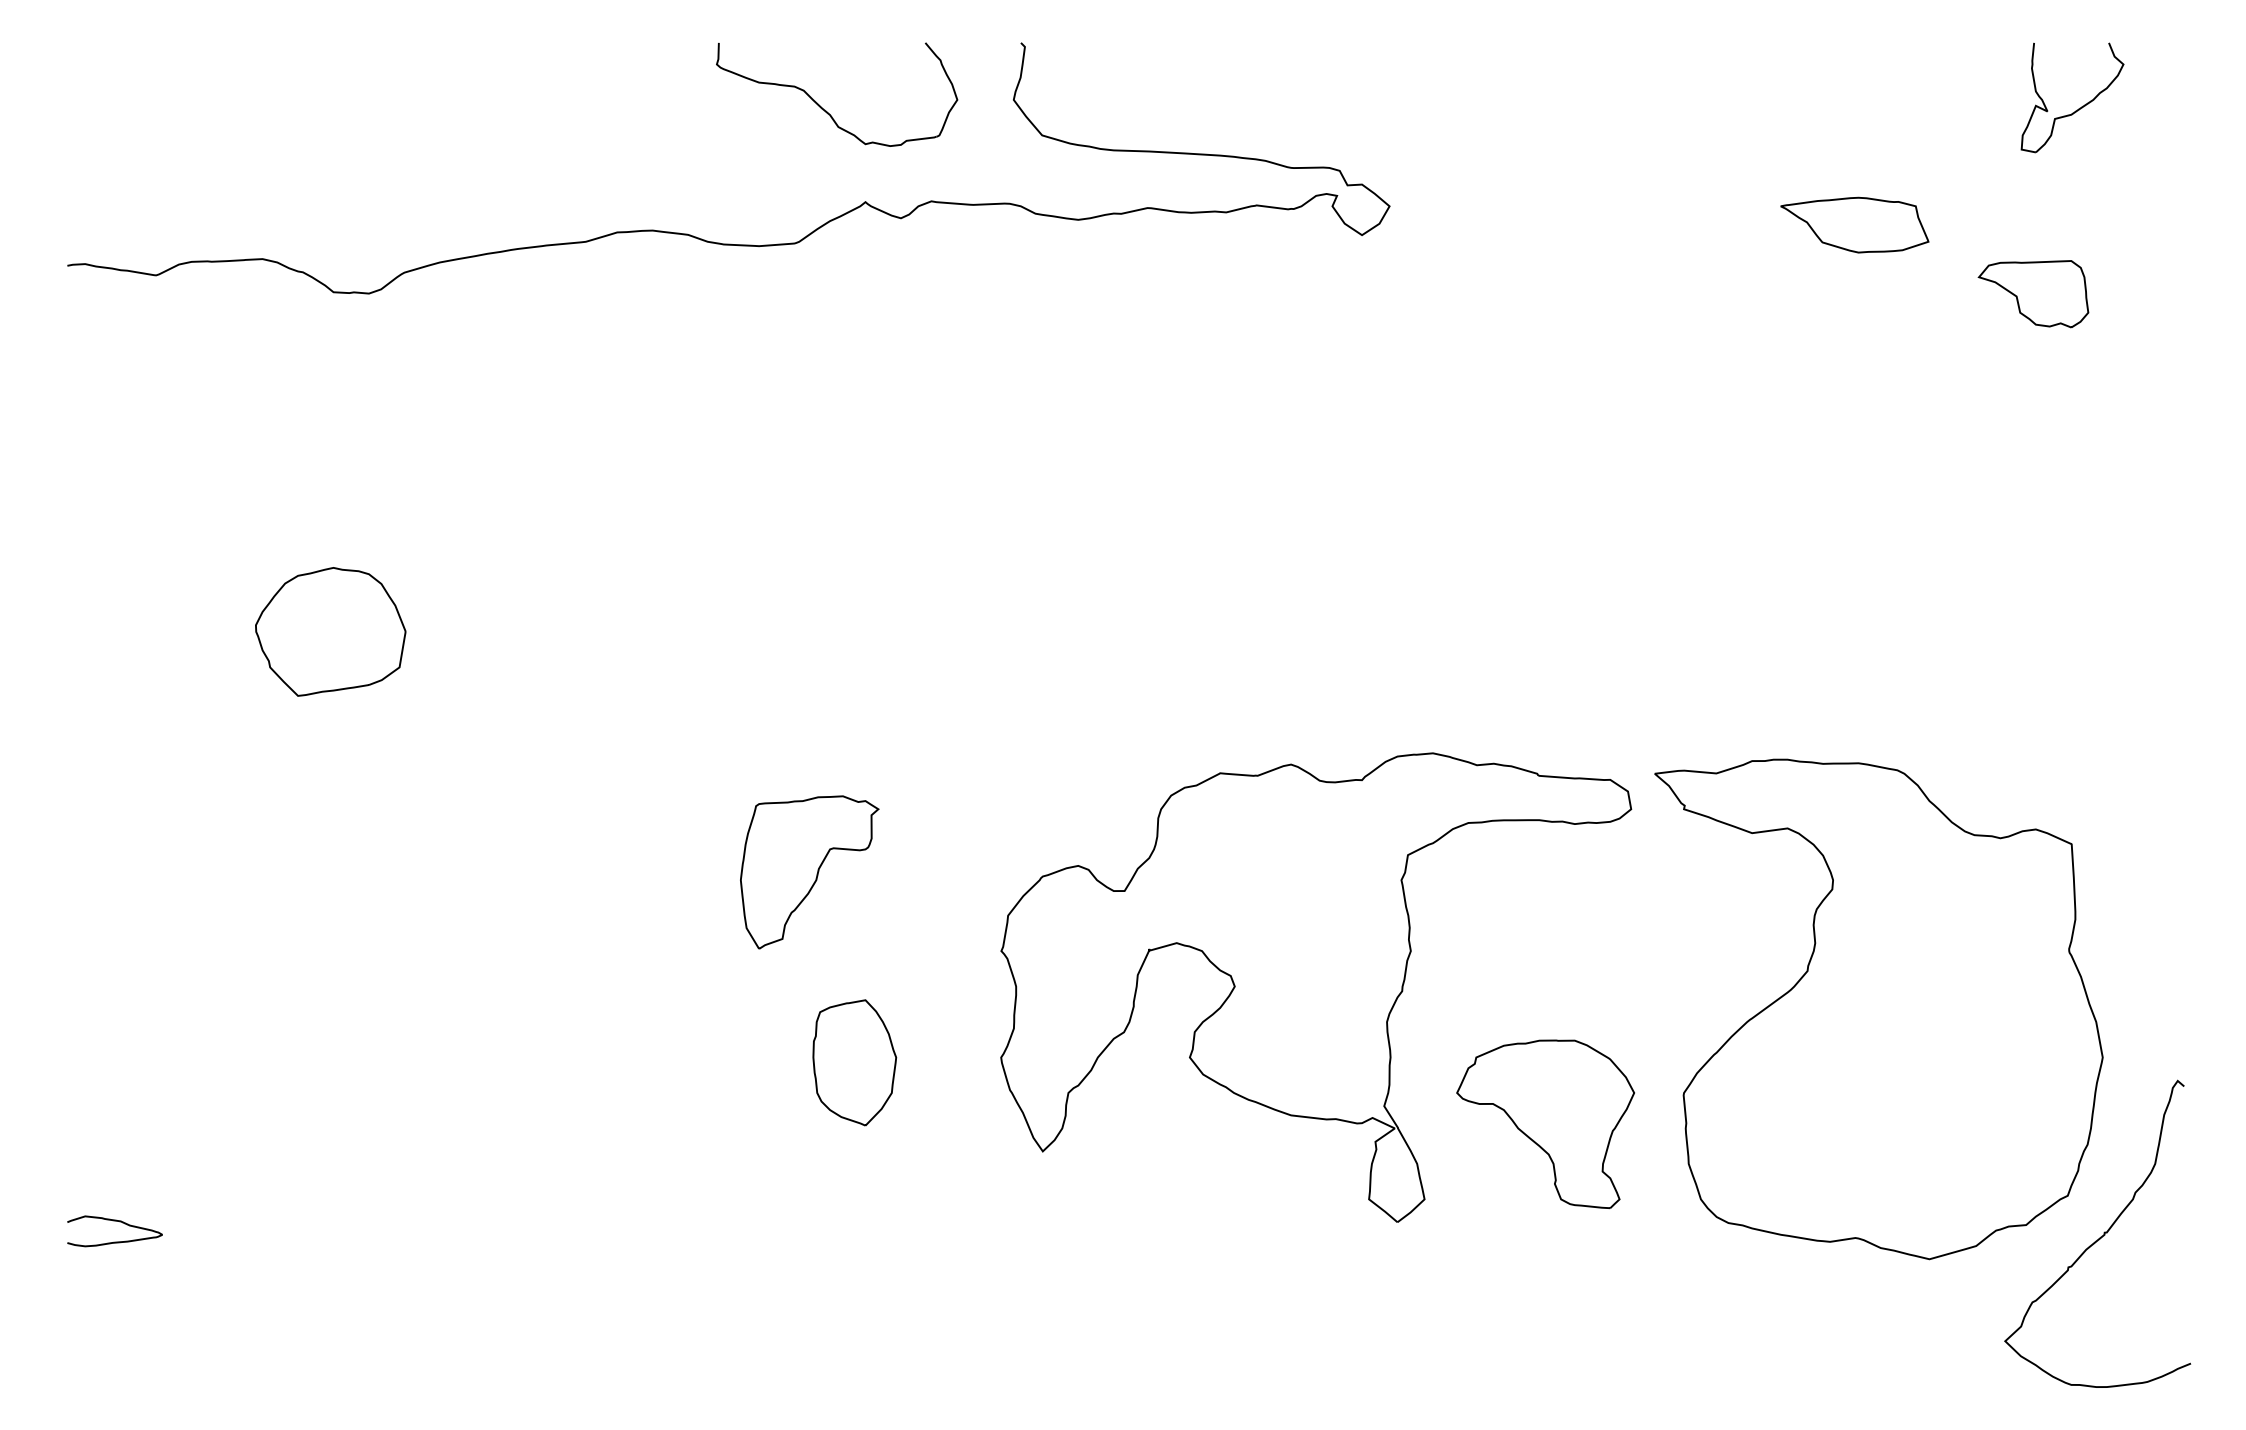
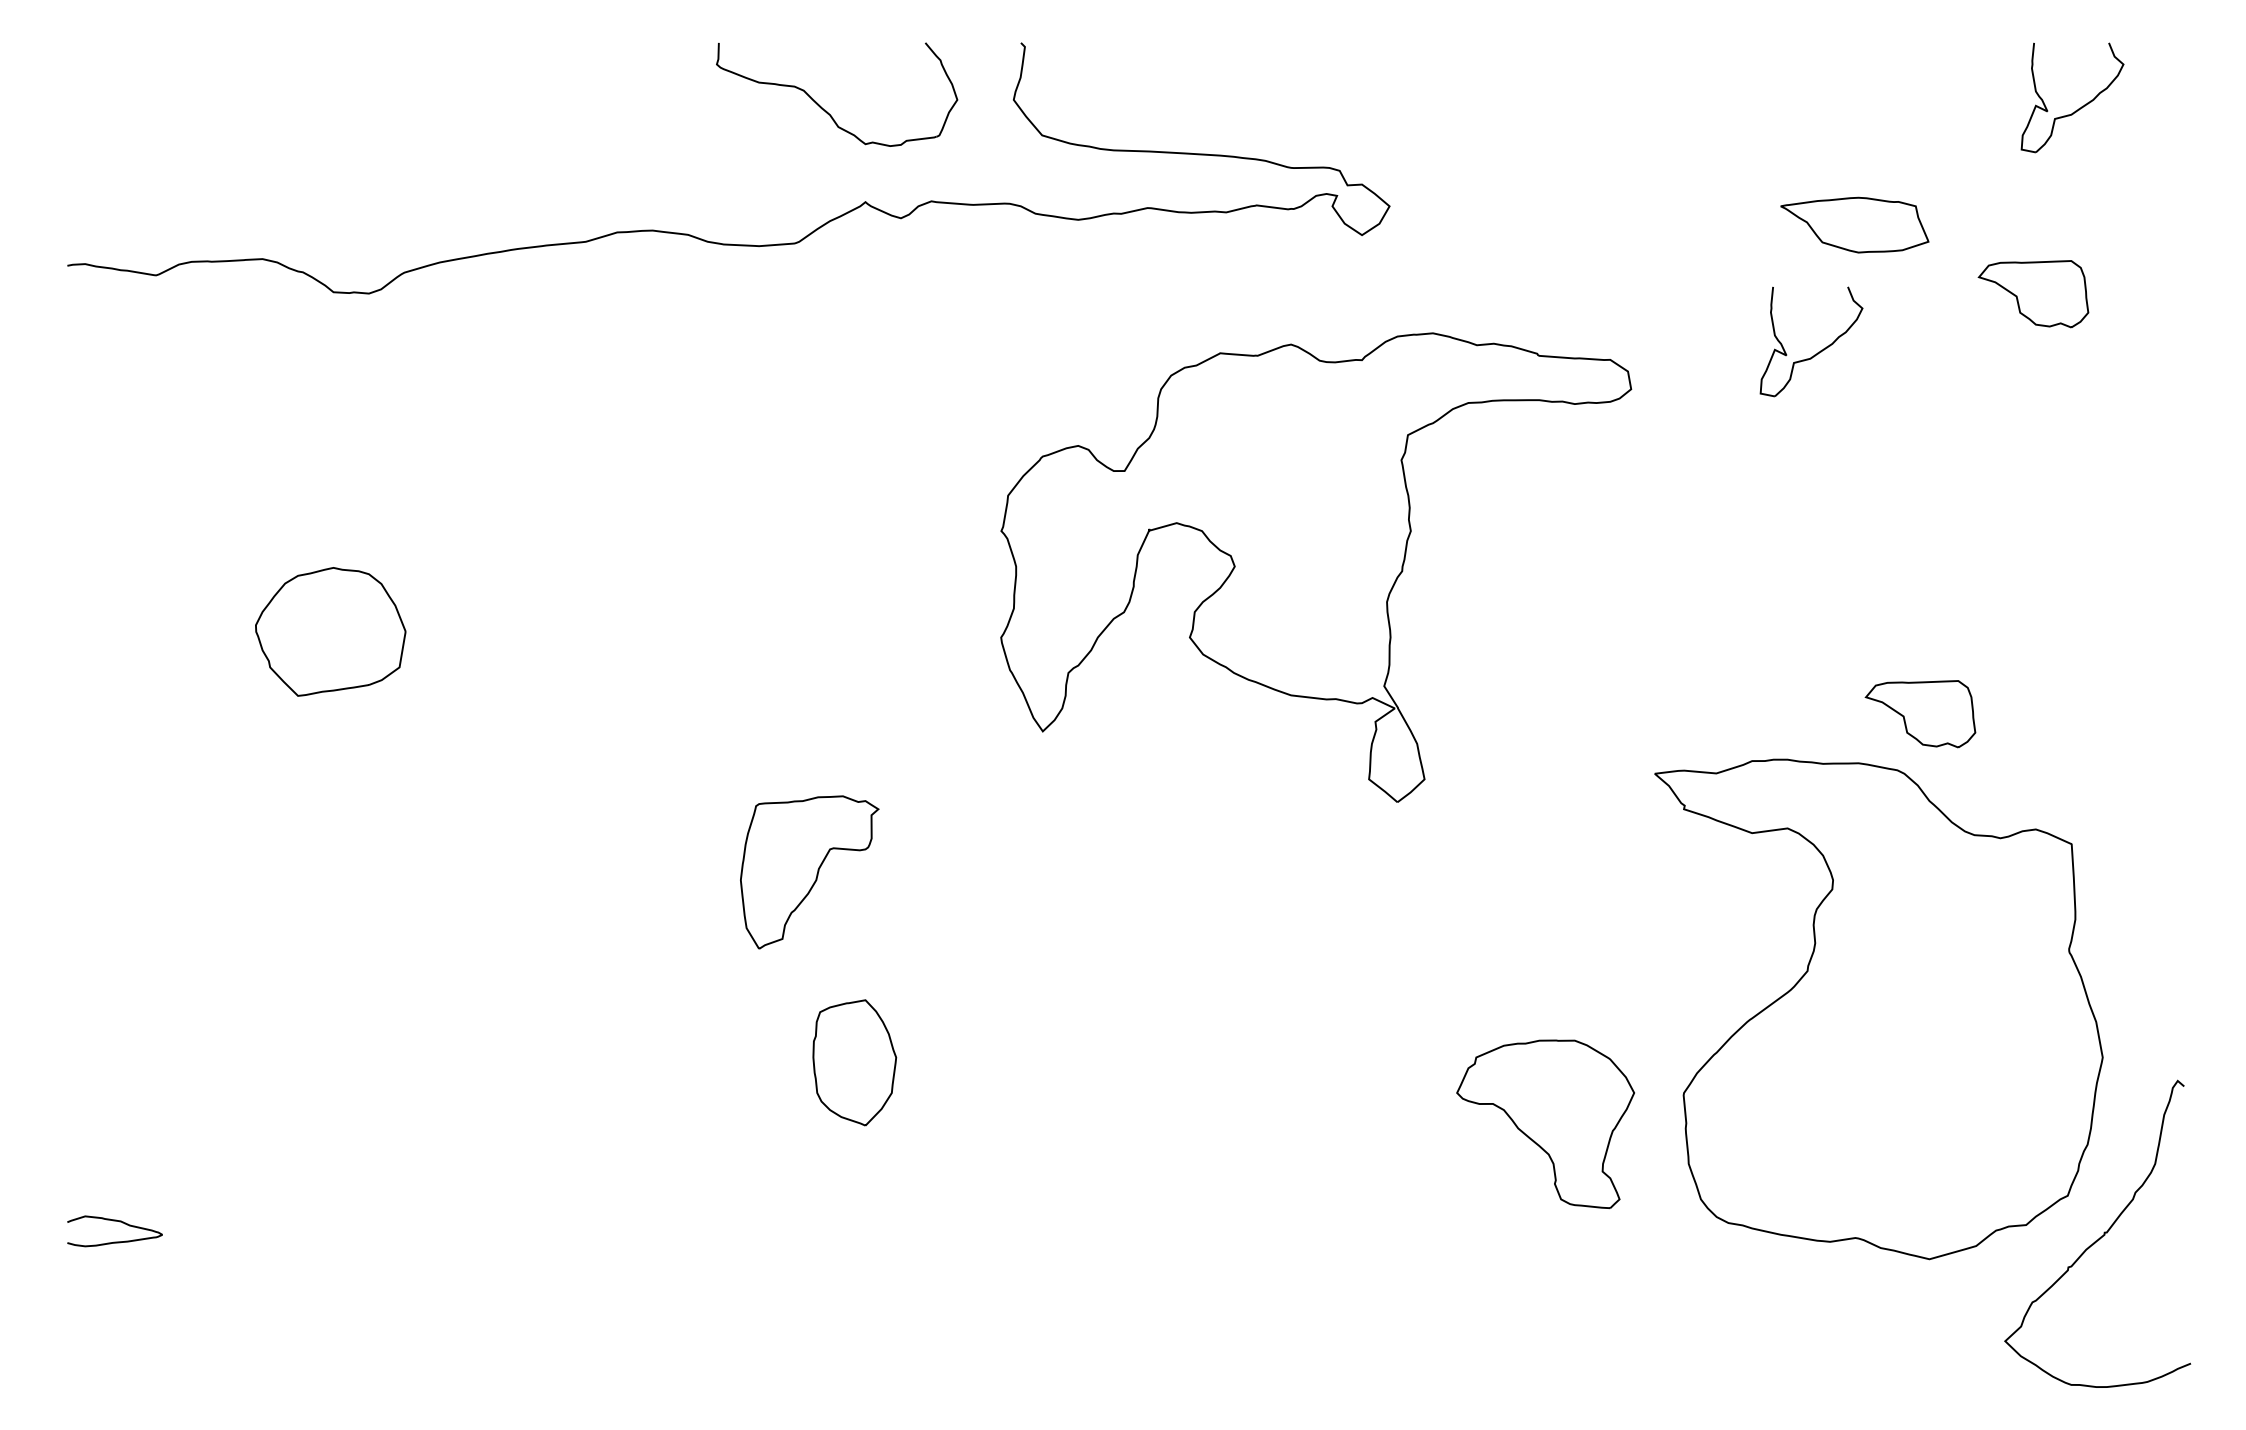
part at (1817, 352): none -> present
part at (1920, 714): none -> present
part at (1316, 987) position: (1316, 987) -> (1316, 567)
